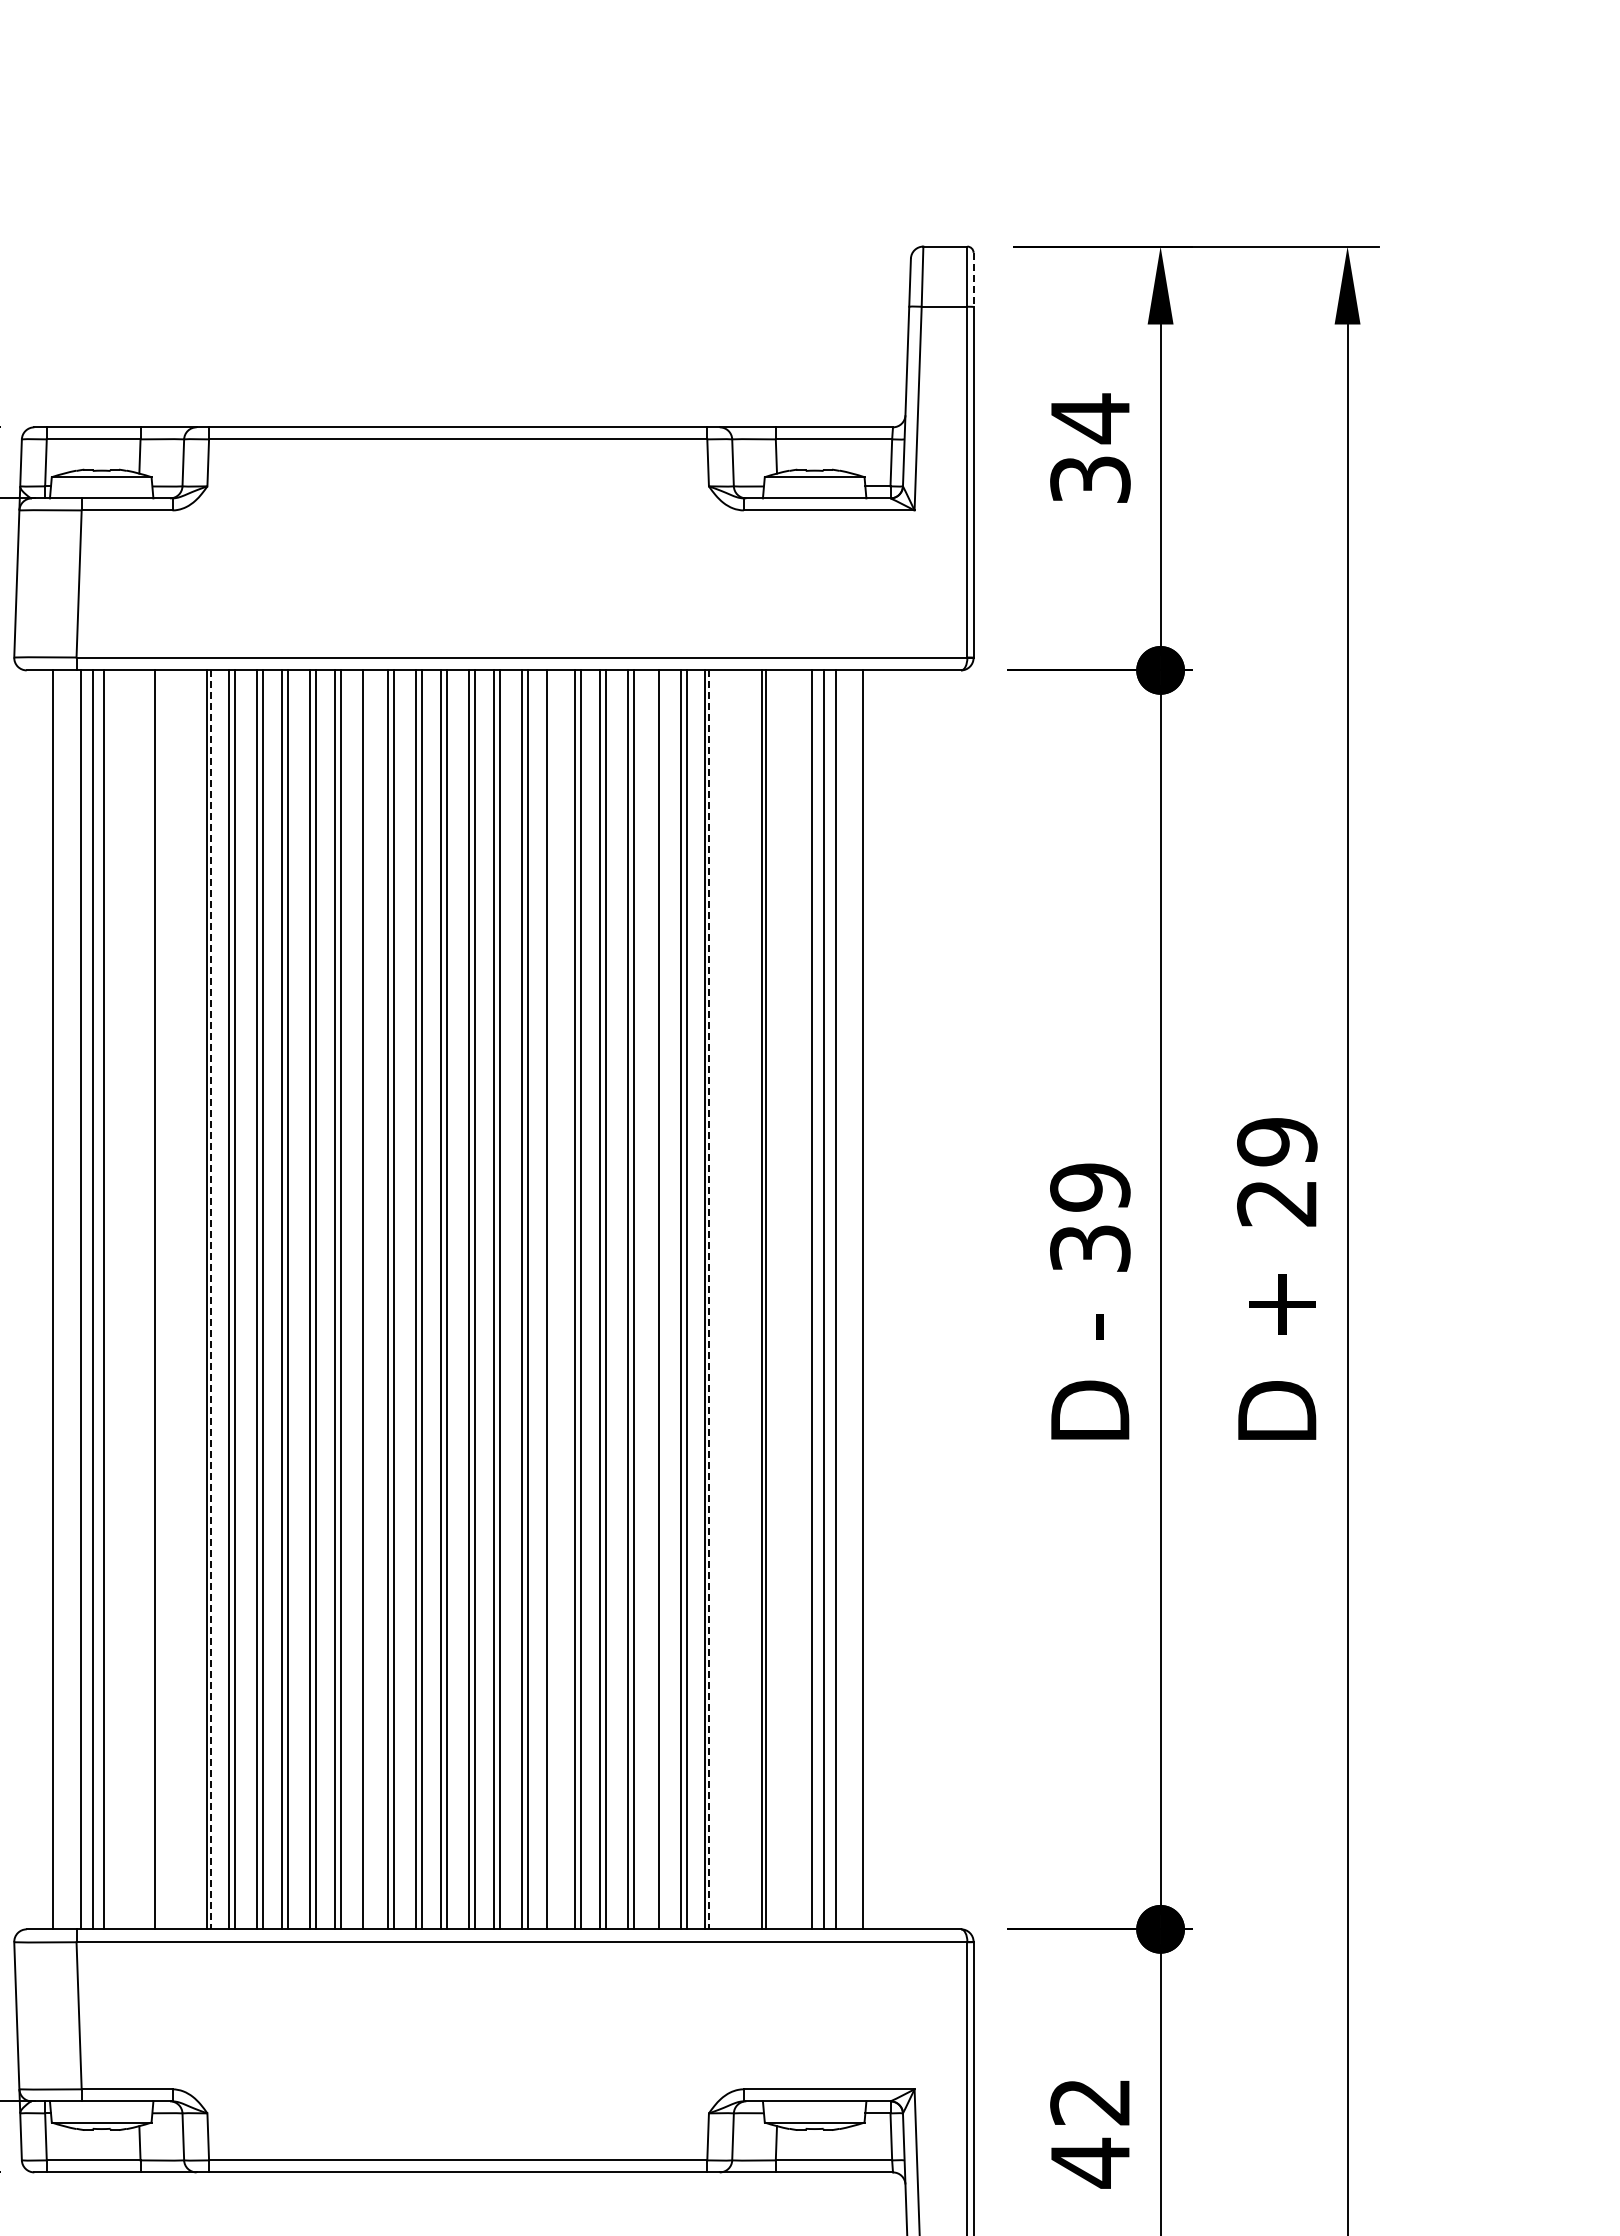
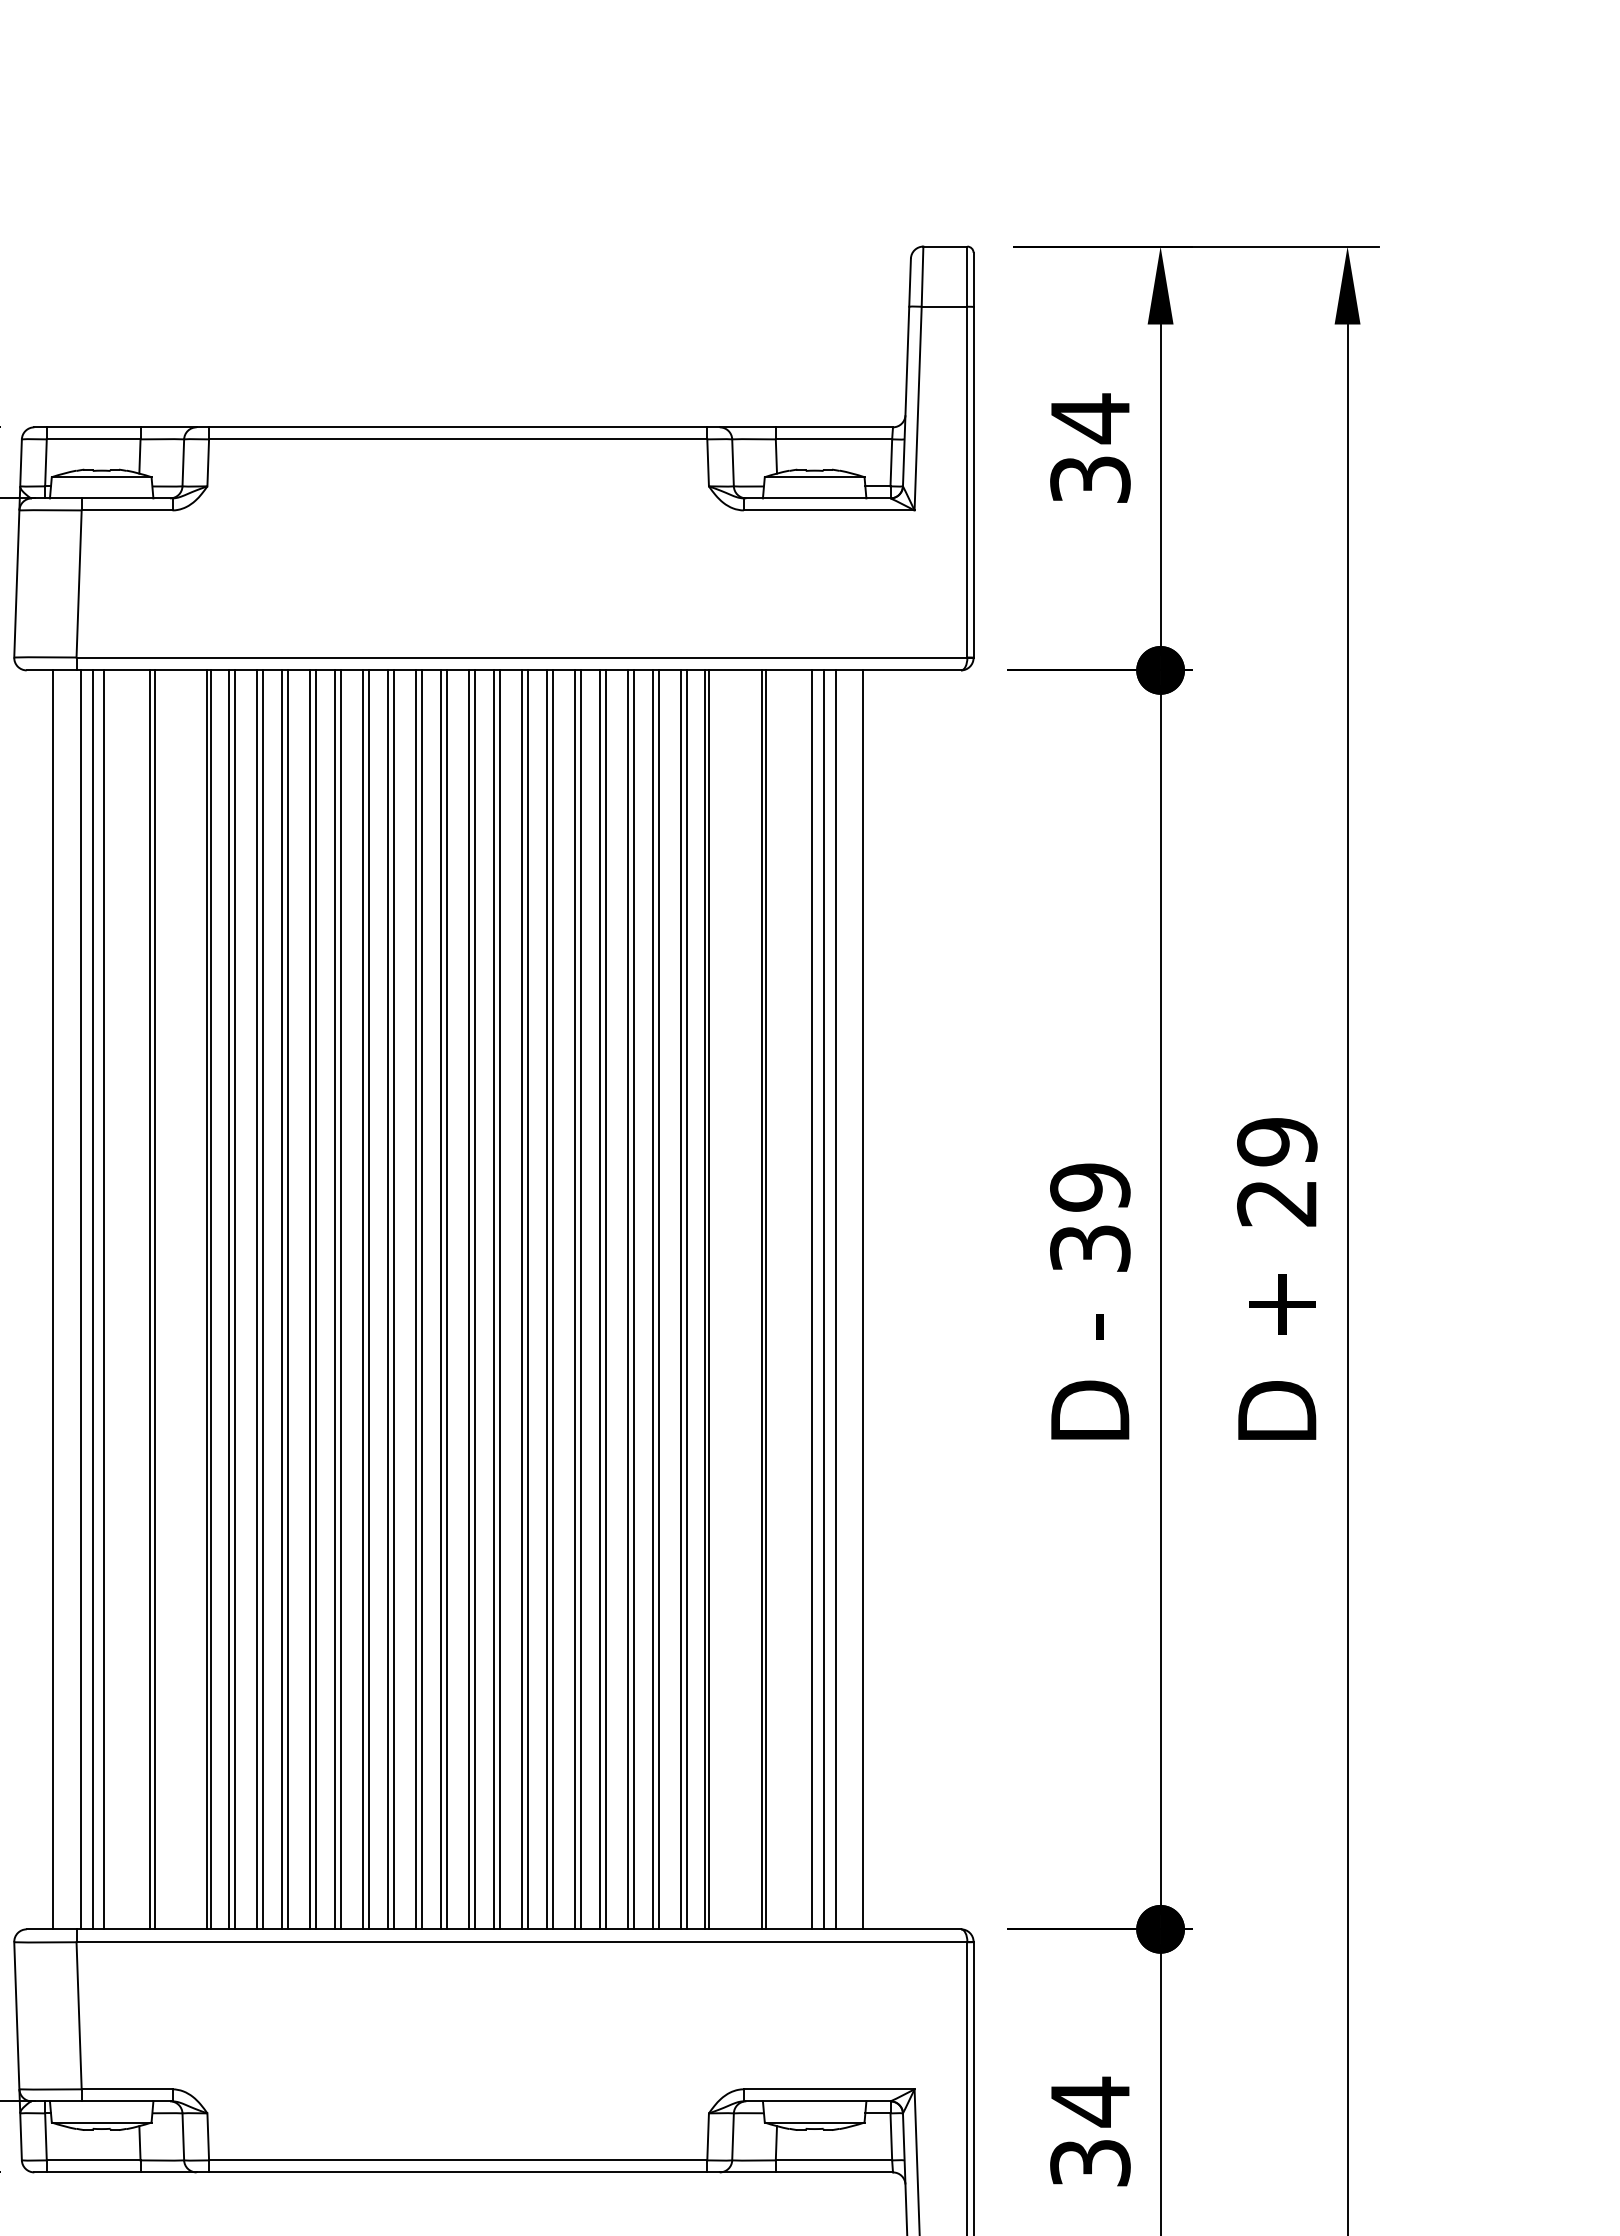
line at (973, 280): dashed -> solid
line at (150, 1299): none -> present
line at (369, 1299): none -> present
line at (553, 1299): none -> present
line at (652, 1299): none -> present
line at (211, 1300): dashed -> solid
line at (709, 1300): dashed -> solid
text at (1090, 2132): 42 -> 34
